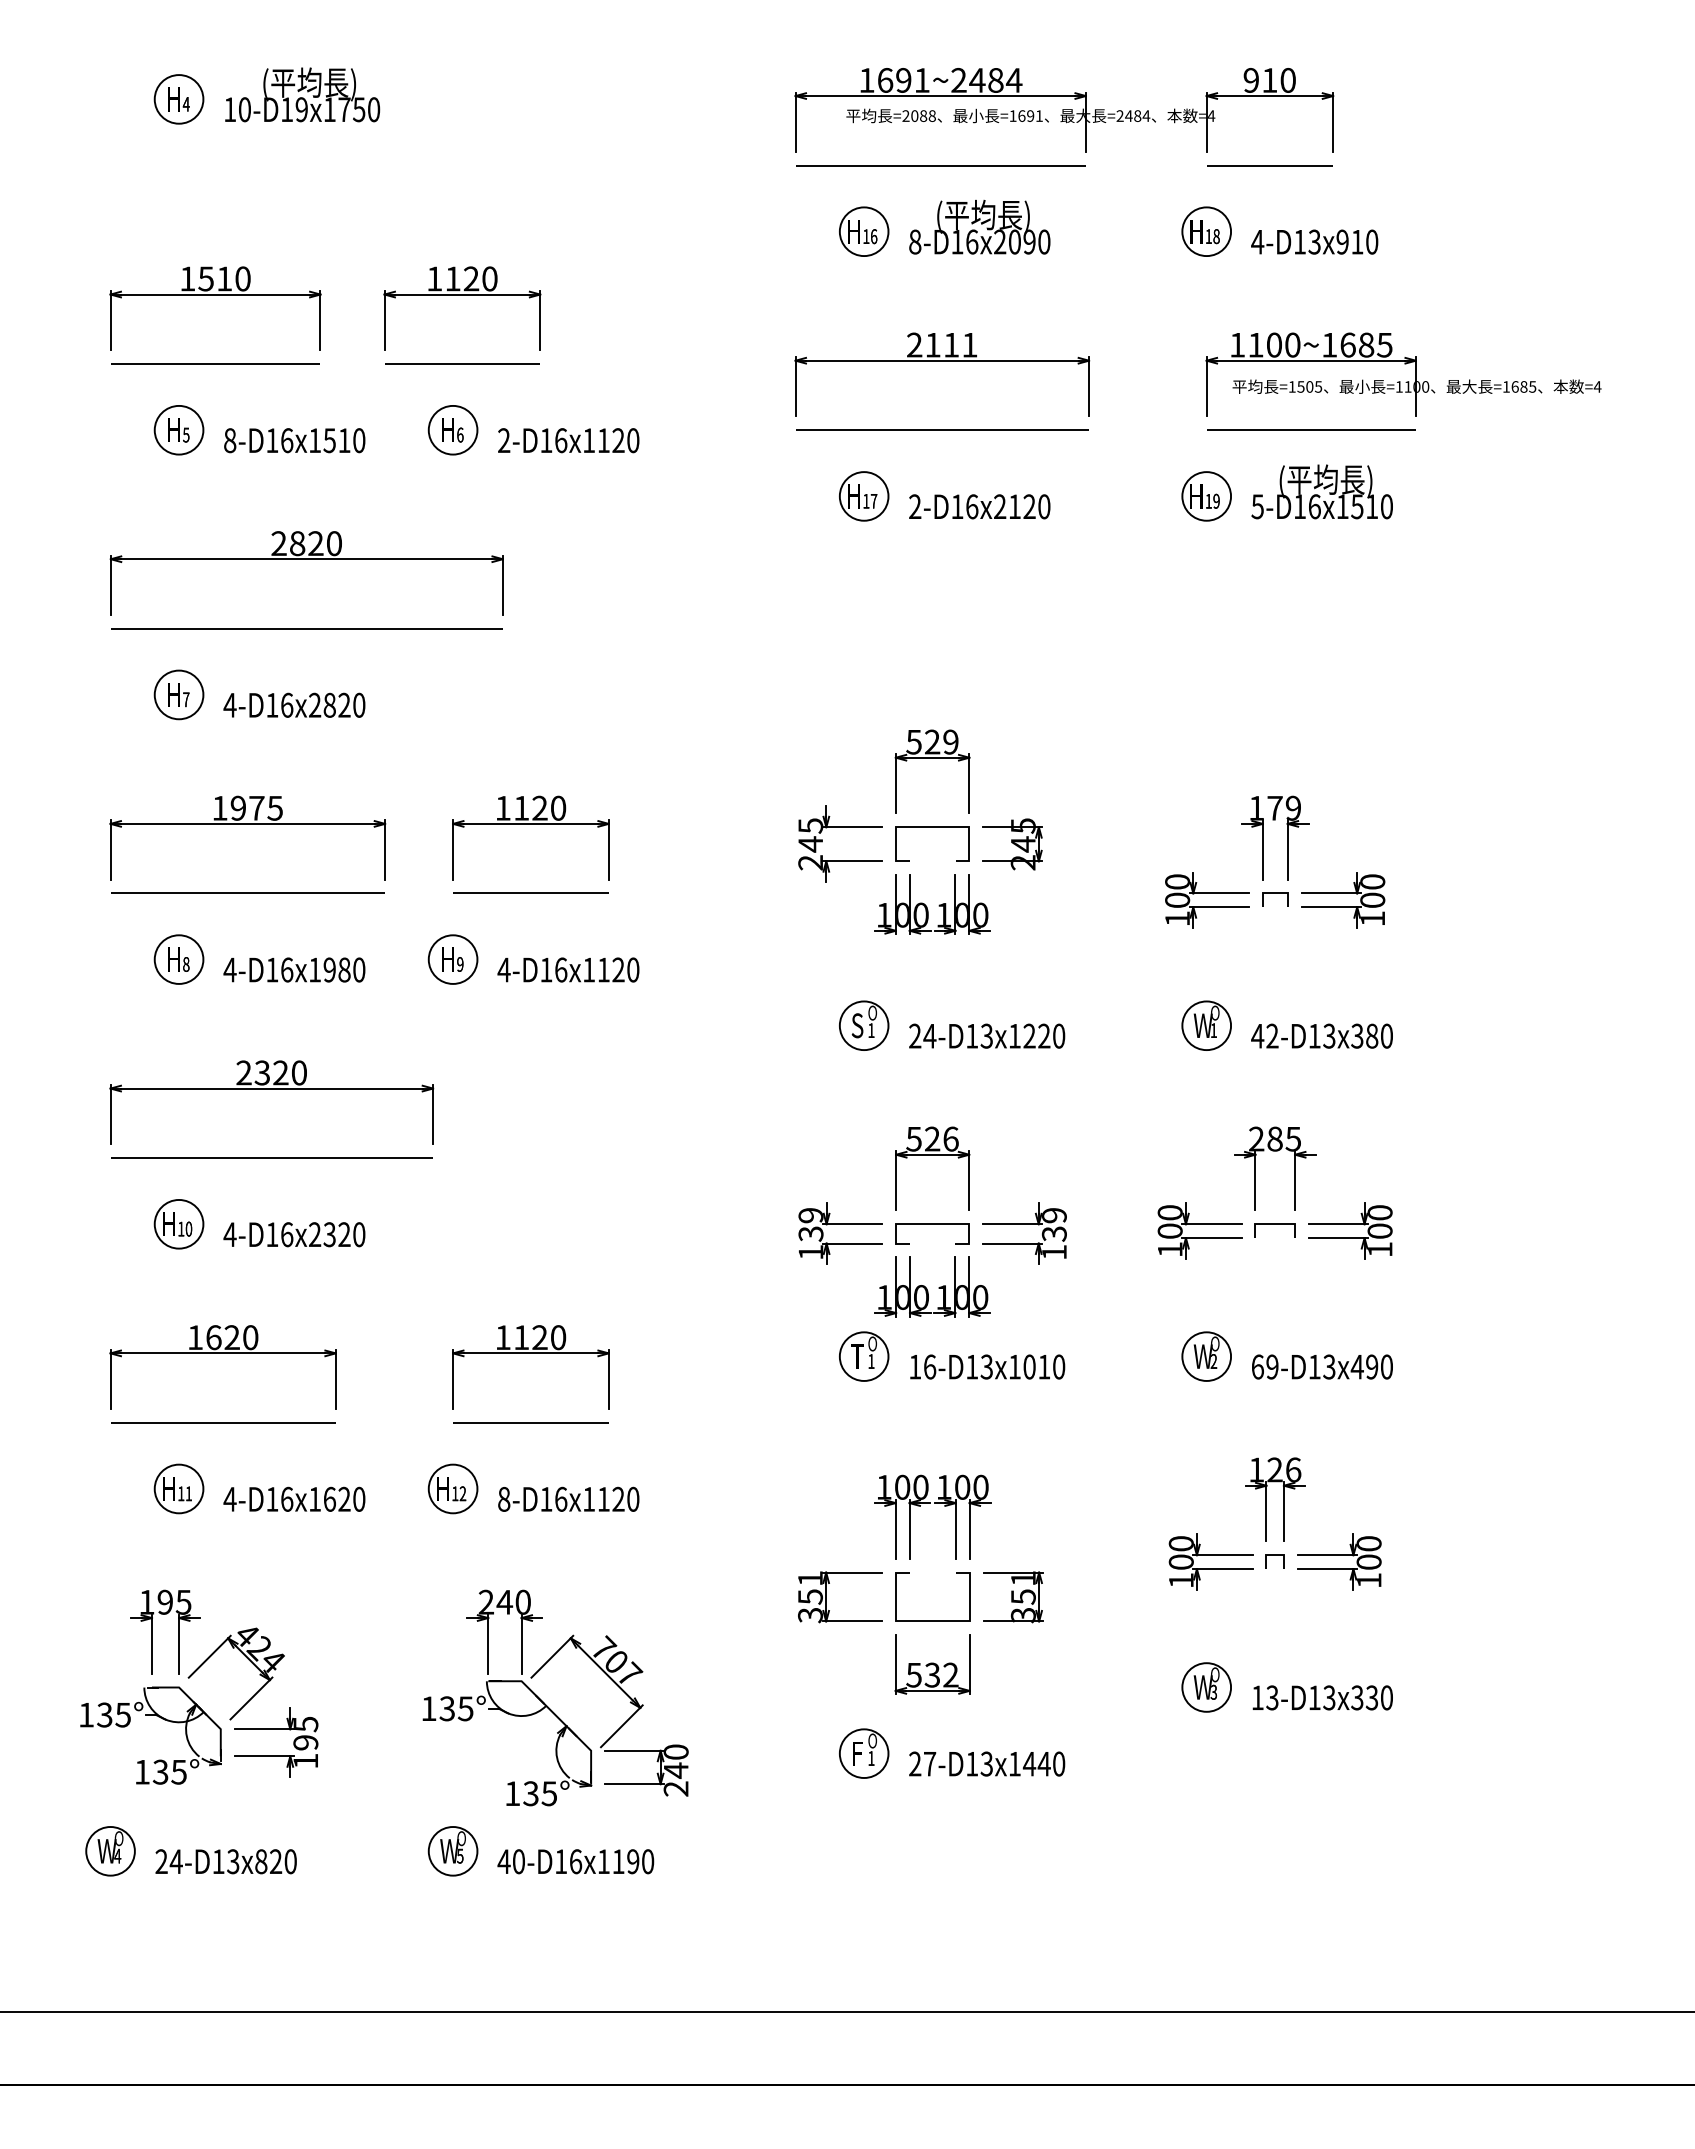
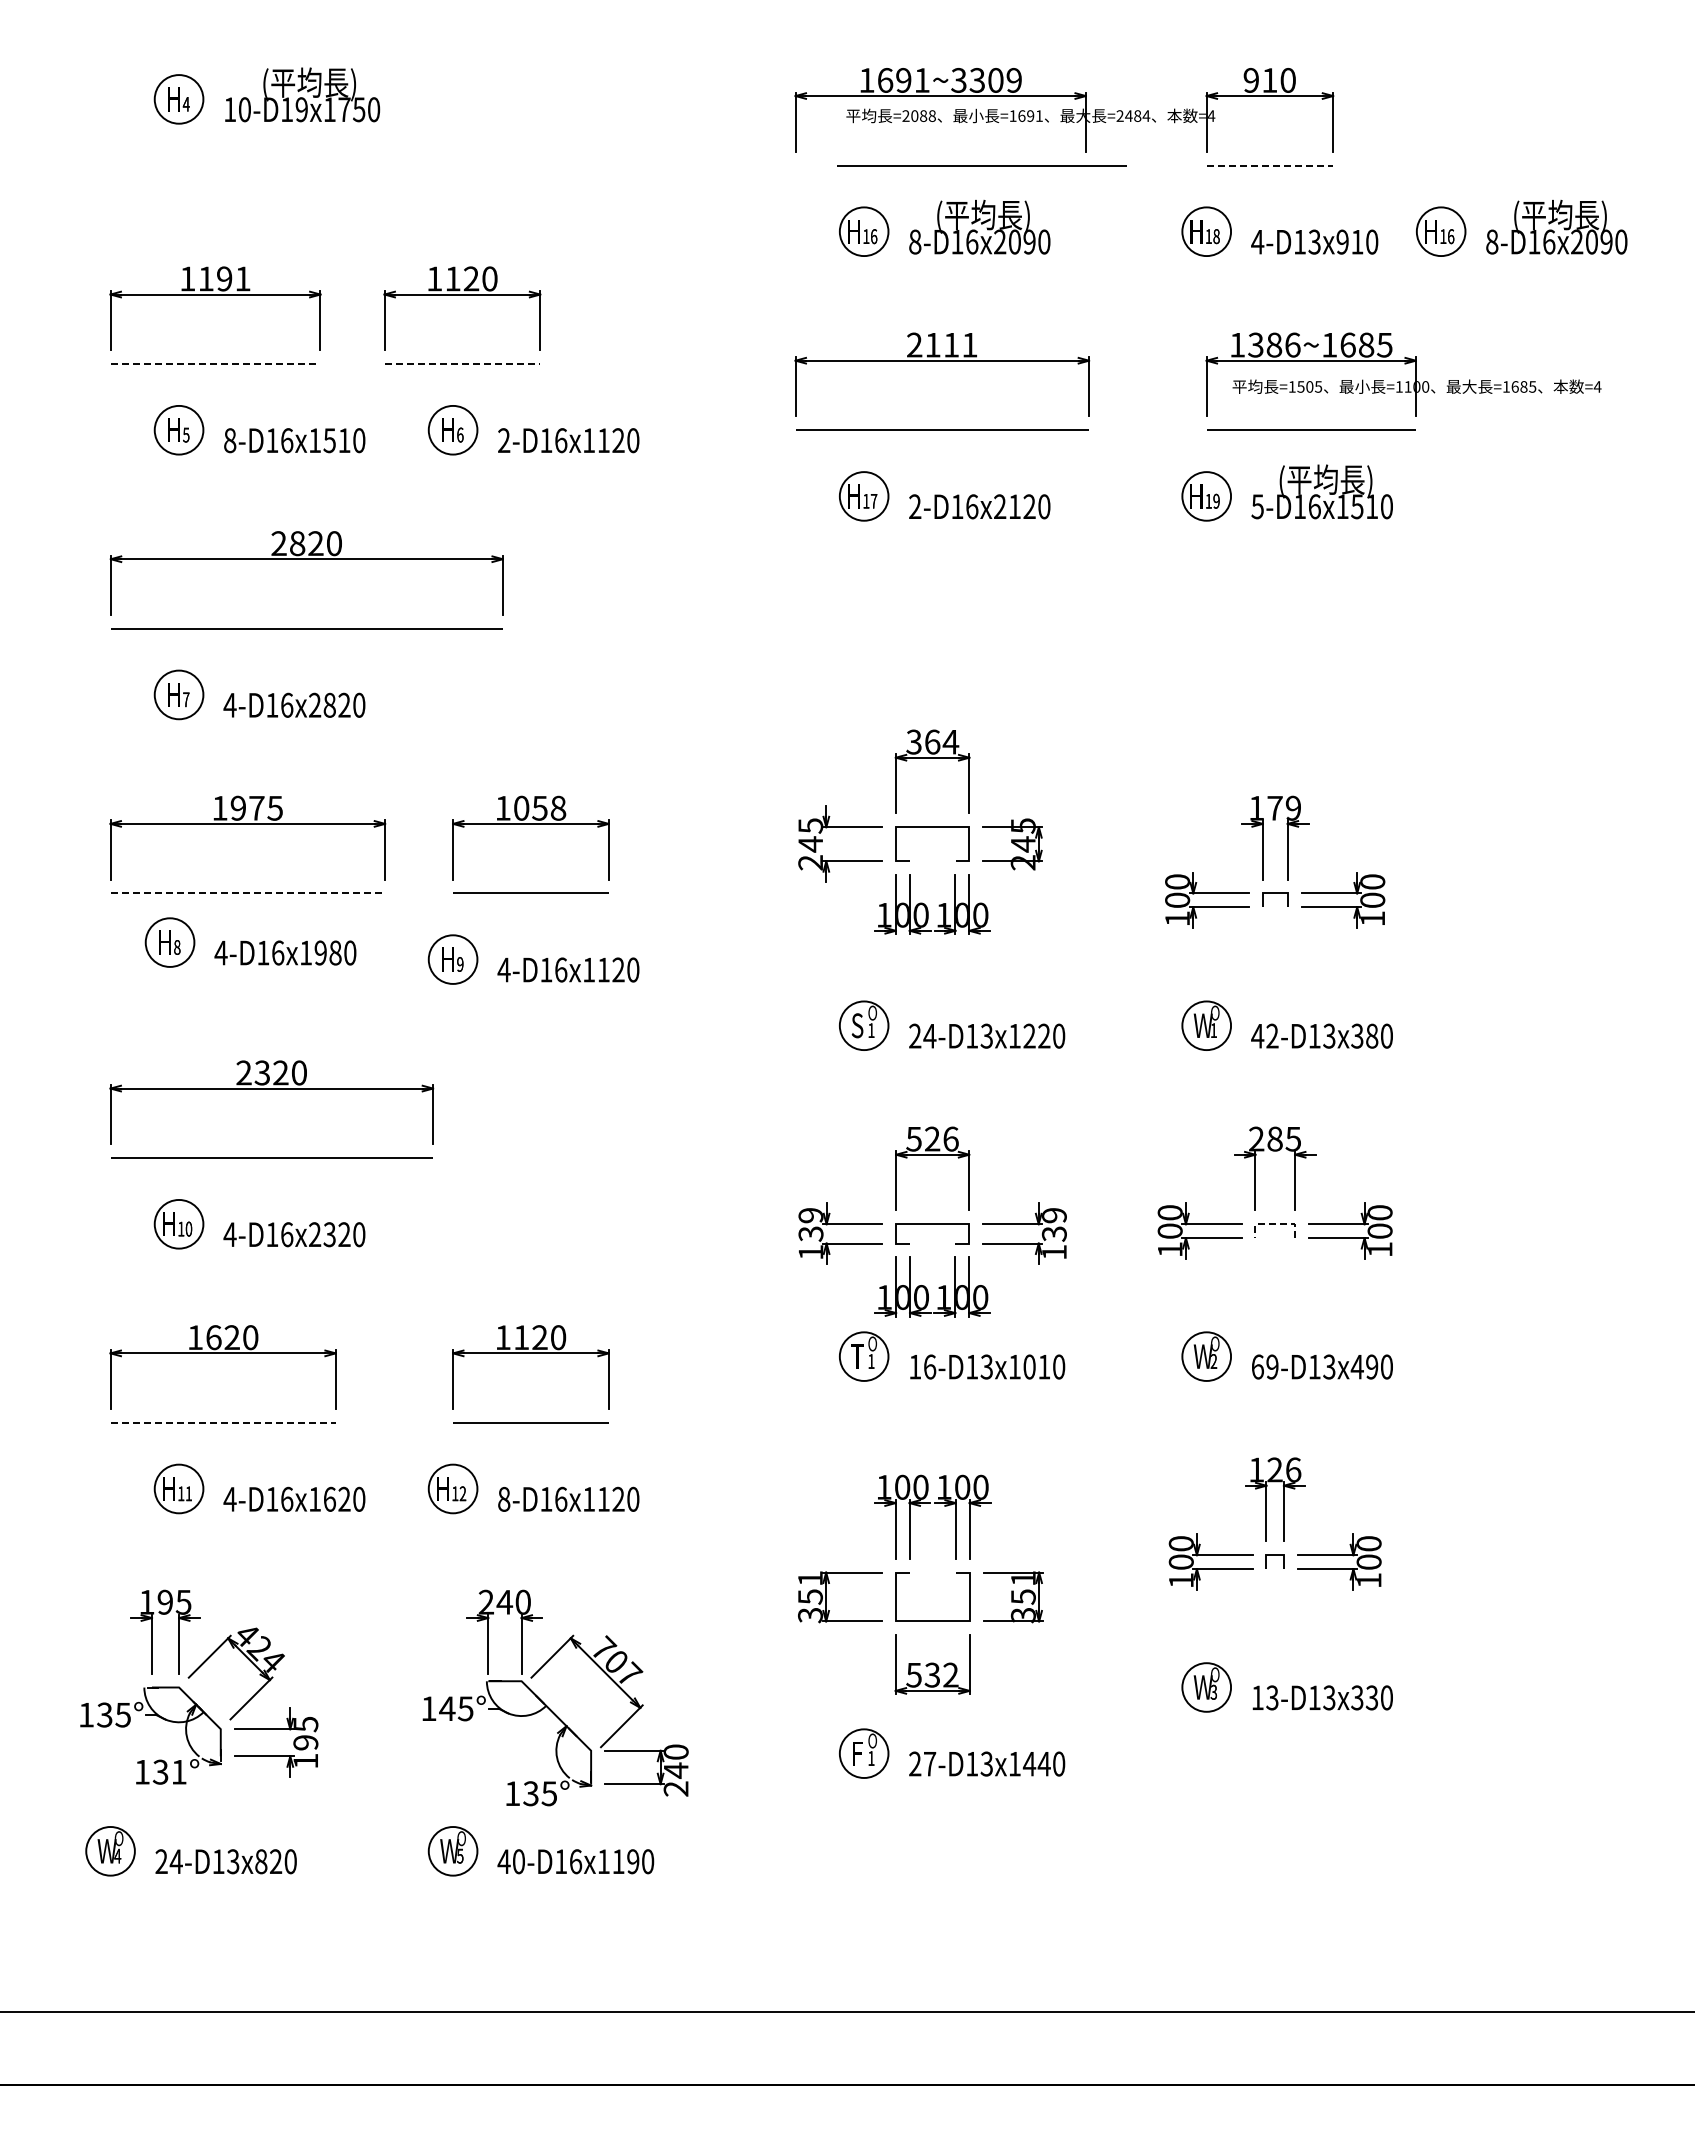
text at (986, 79): 1691~2484 -> 1691~3309
line at (940, 165) position: (940, 165) -> (981, 165)
line at (1270, 165): solid -> dashed
part at (1521, 228): none -> present
text at (224, 278): 1510 -> 1191
text at (1274, 344): 1100~1685 -> 1386~1685
line at (215, 364): solid -> dashed
line at (462, 364): solid -> dashed
text at (933, 741): 529 -> 364
text at (540, 807): 1120 -> 1058
line at (248, 893): solid -> dashed
part at (259, 959) position: (259, 959) -> (250, 942)
line at (1275, 1224): solid -> dashed
line at (223, 1422): solid -> dashed
text at (447, 1708): 135° -> 145°
text at (178, 1772): 135° -> 131°
